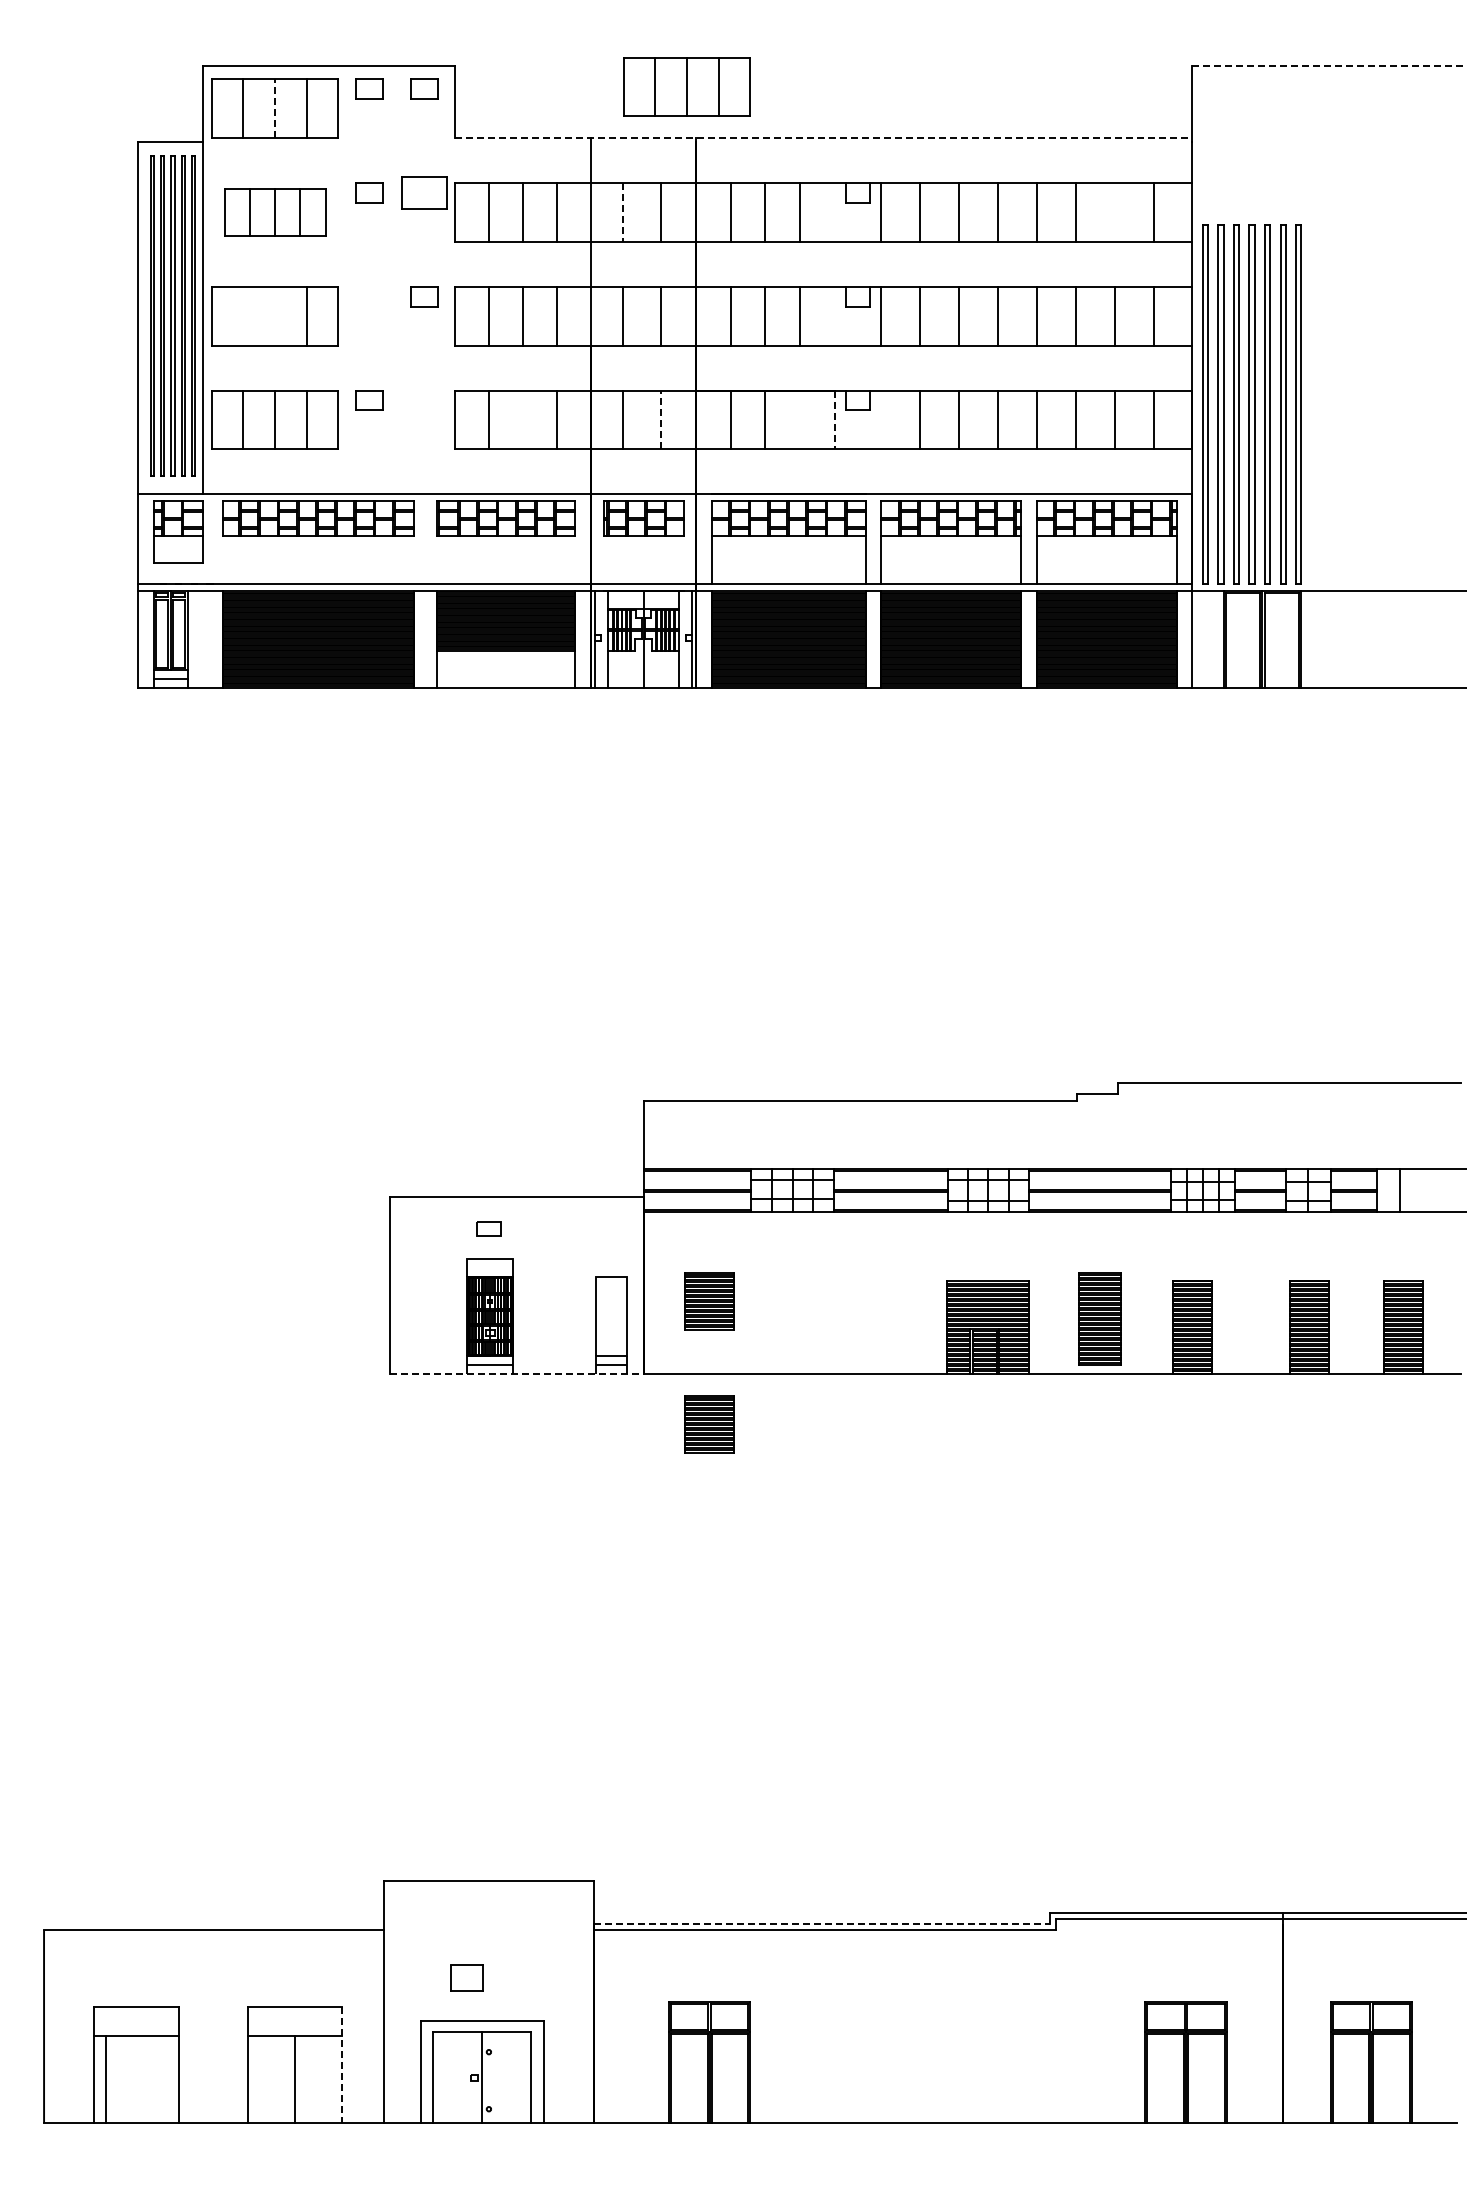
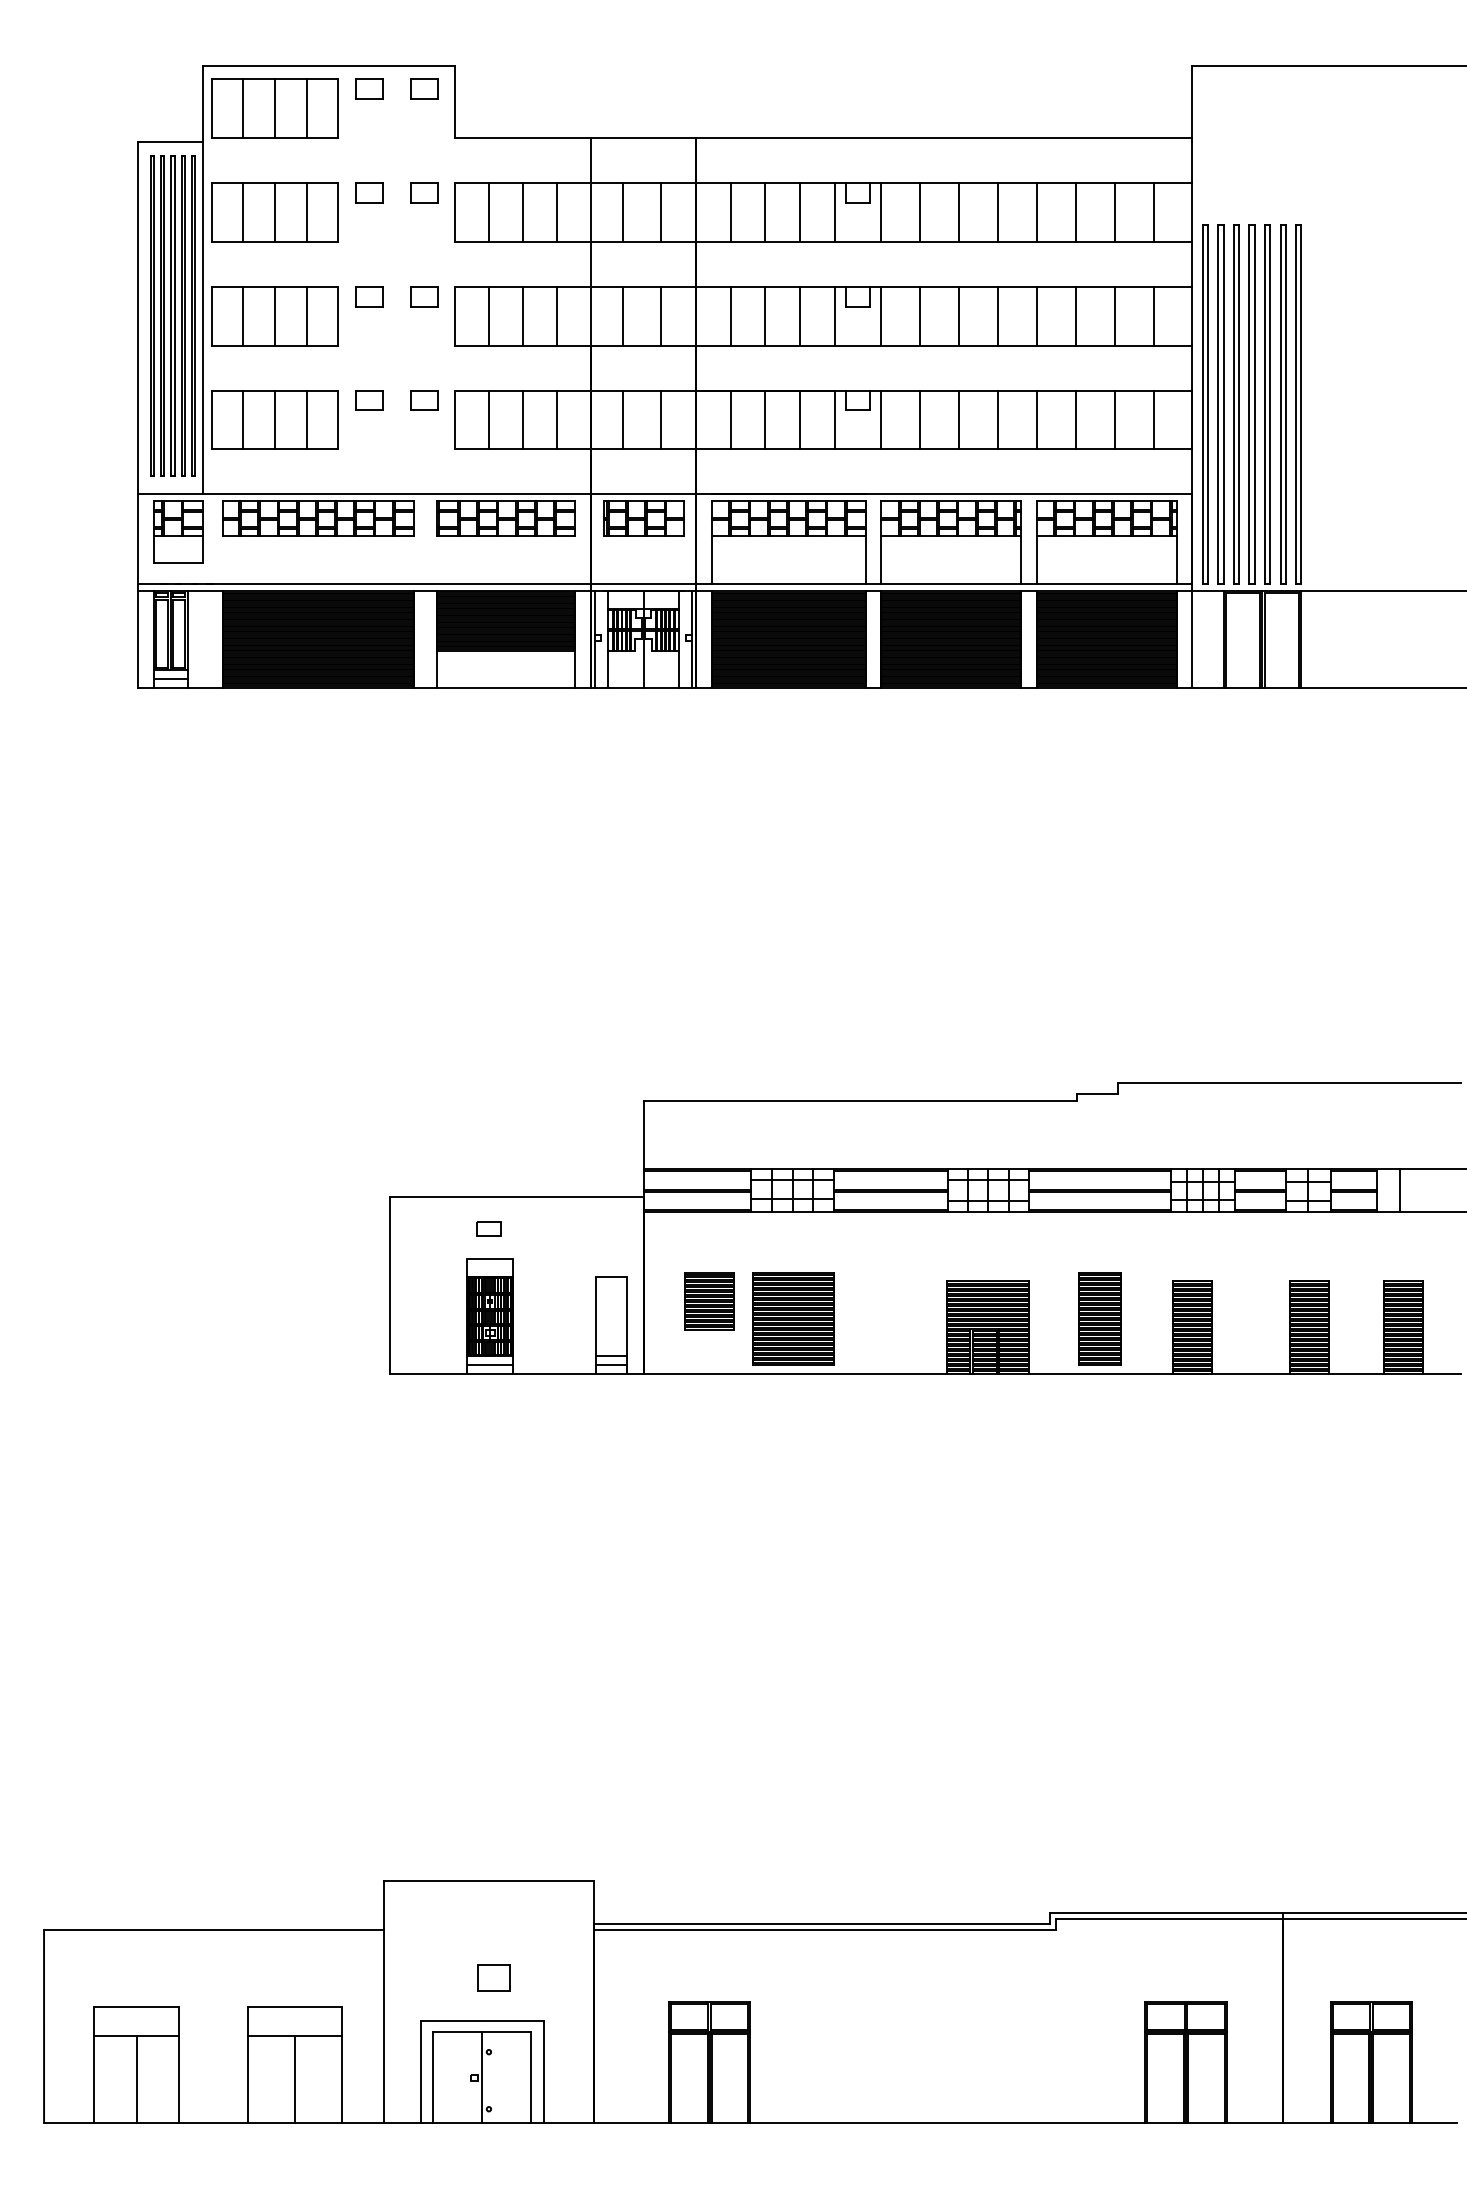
line at (1329, 65): dashed -> solid
part at (686, 86): present -> none
line at (275, 108): dashed -> solid
line at (823, 138): dashed -> solid
part at (424, 192) size: 47x34 px -> 29x22 px
part at (275, 212) size: 103x49 px -> 128x61 px
line at (834, 212): none -> present
line at (1114, 212): none -> present
line at (622, 213): dashed -> solid
part at (369, 296): none -> present
line at (243, 315): none -> present
line at (275, 315): none -> present
line at (834, 315): none -> present
part at (424, 400): none -> present
line at (522, 419): none -> present
line at (661, 419): dashed -> solid
line at (800, 419): none -> present
line at (881, 419): none -> present
line at (834, 420): dashed -> solid
part at (793, 1318): none -> present
line at (517, 1373): dashed -> solid
part at (709, 1424): present -> none
line at (822, 1924): dashed -> solid
part at (466, 1977) position: (466, 1977) -> (493, 1977)
line at (341, 2065): dashed -> solid
line at (105, 2079) position: (105, 2079) -> (136, 2079)
